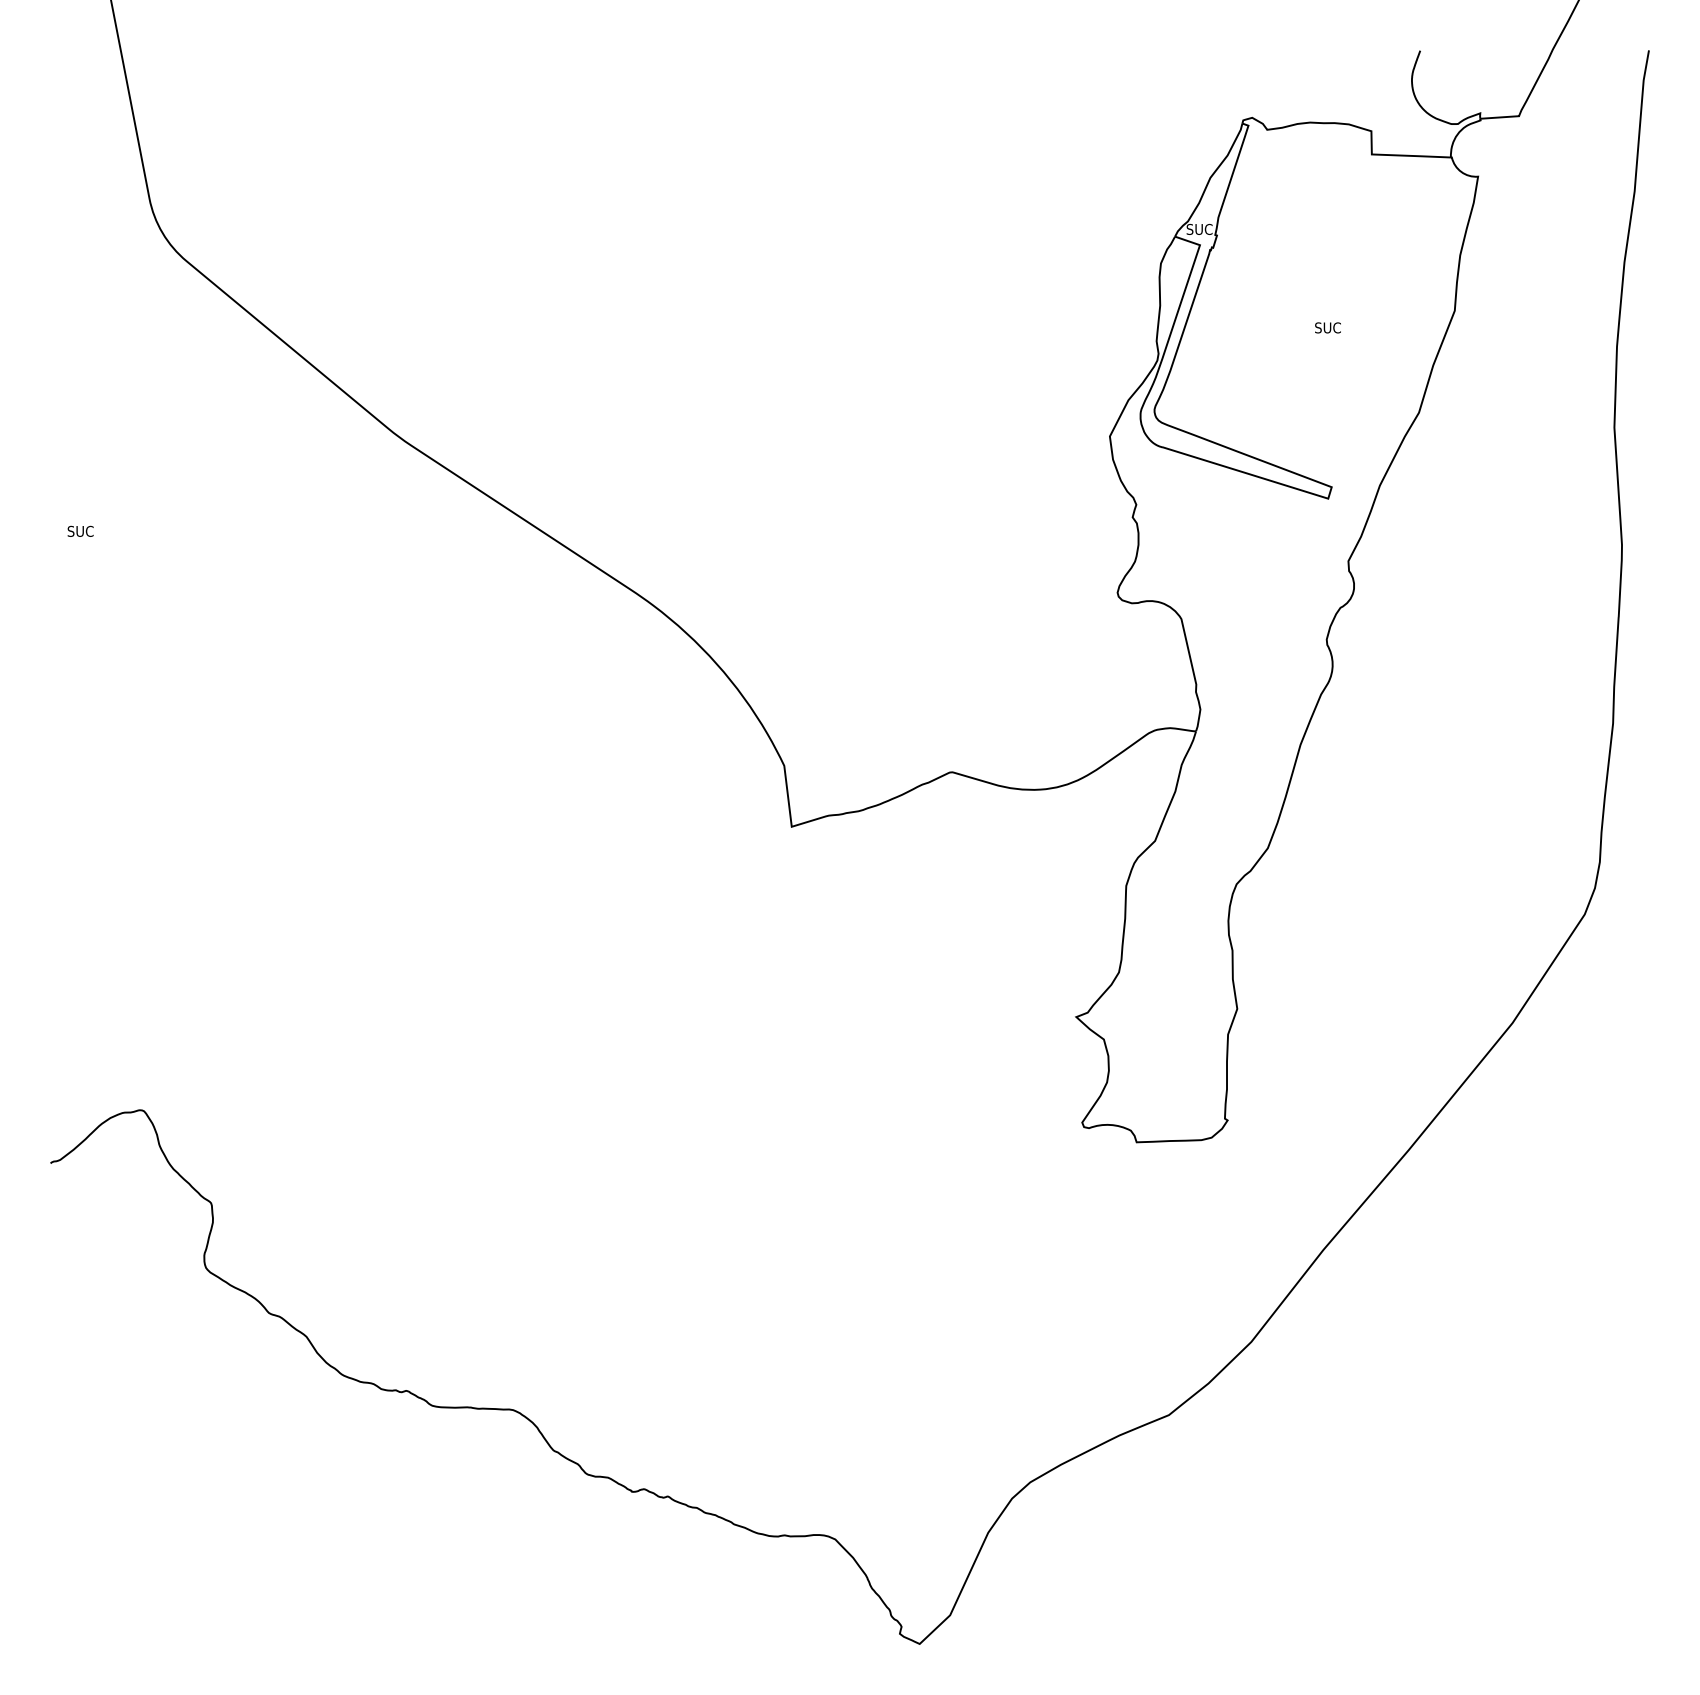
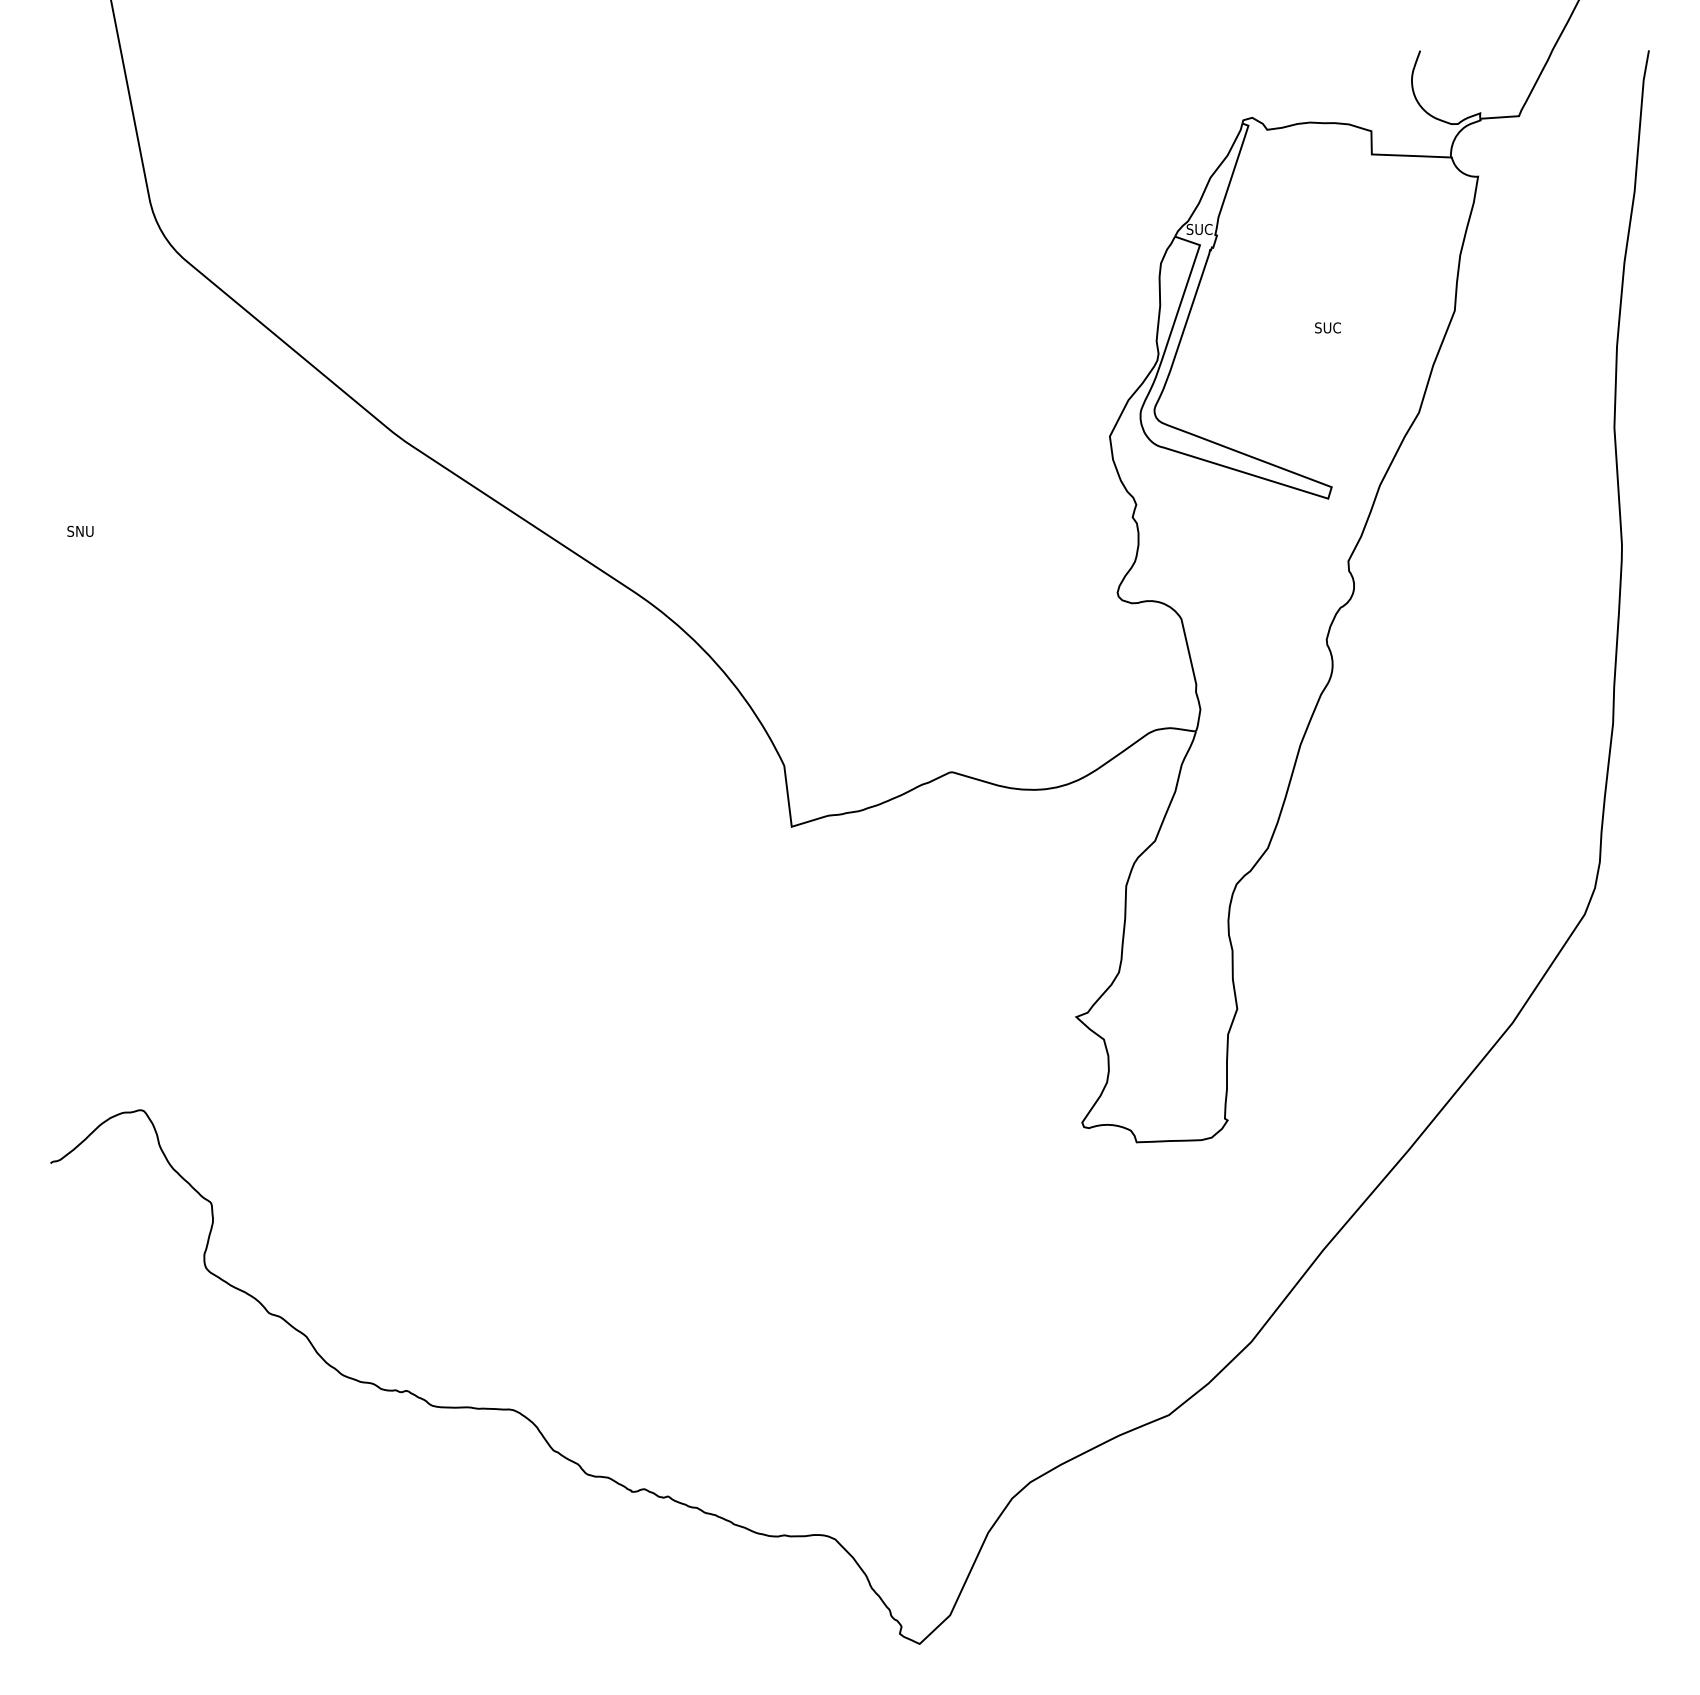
text at (80, 530): SUC -> SNU
